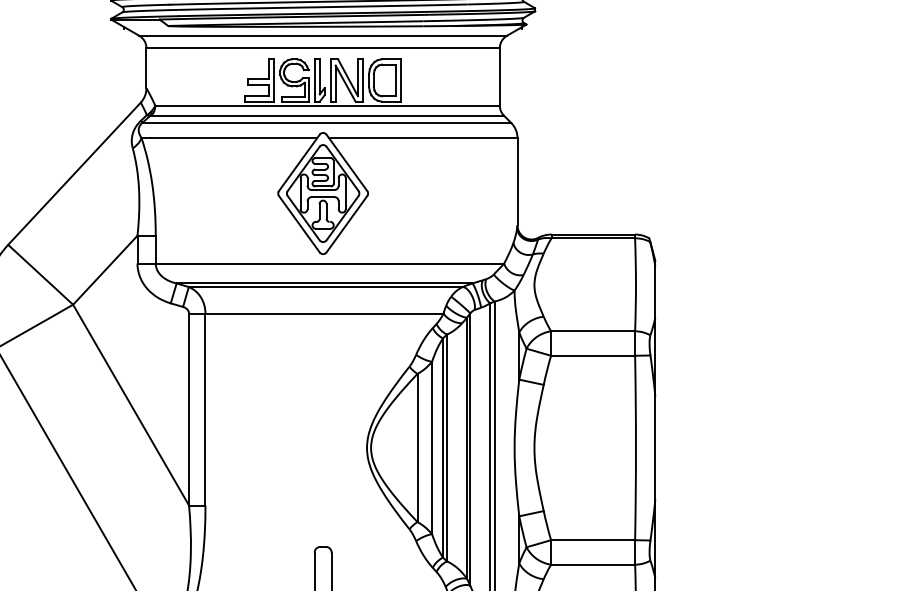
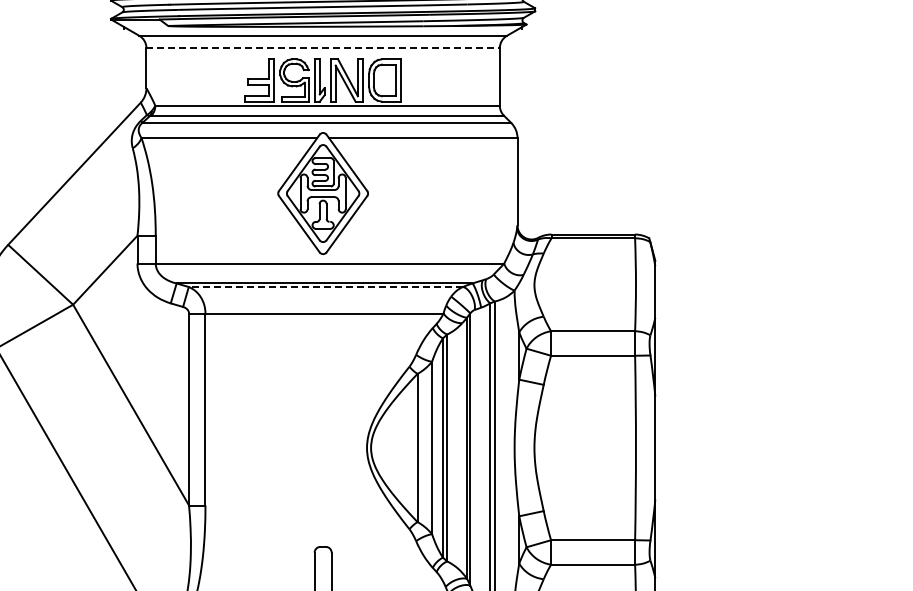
line at (323, 48): solid -> dashed
line at (325, 287): solid -> dashed
